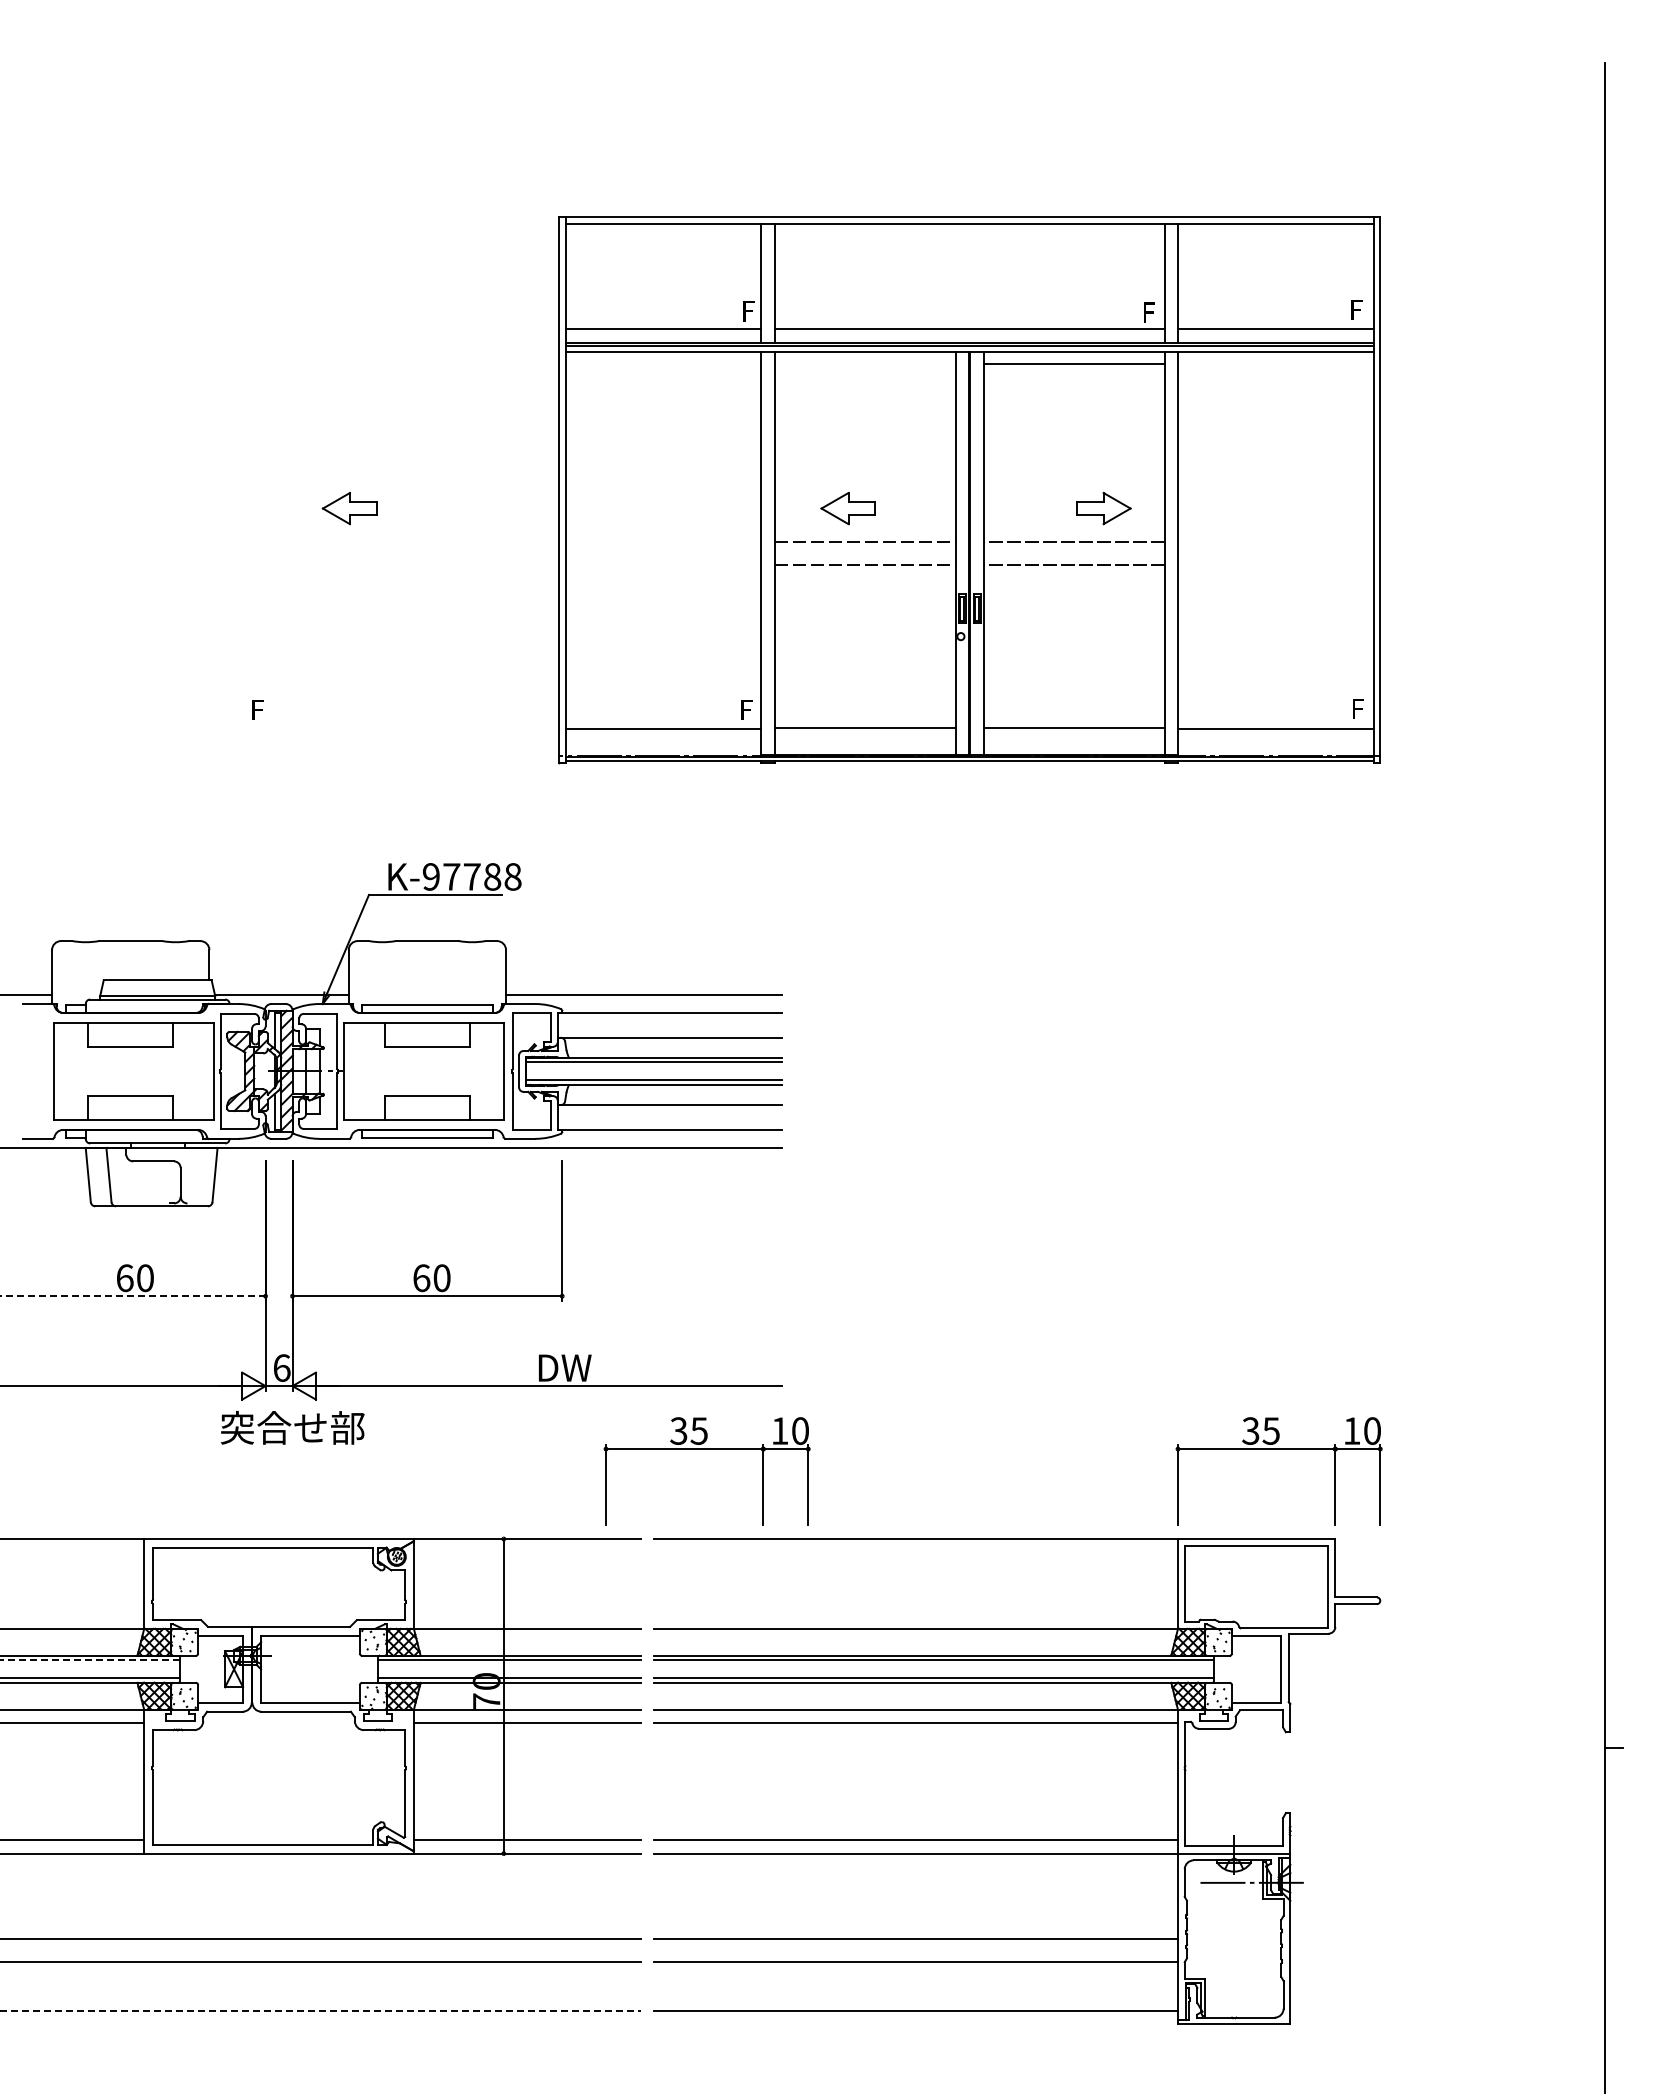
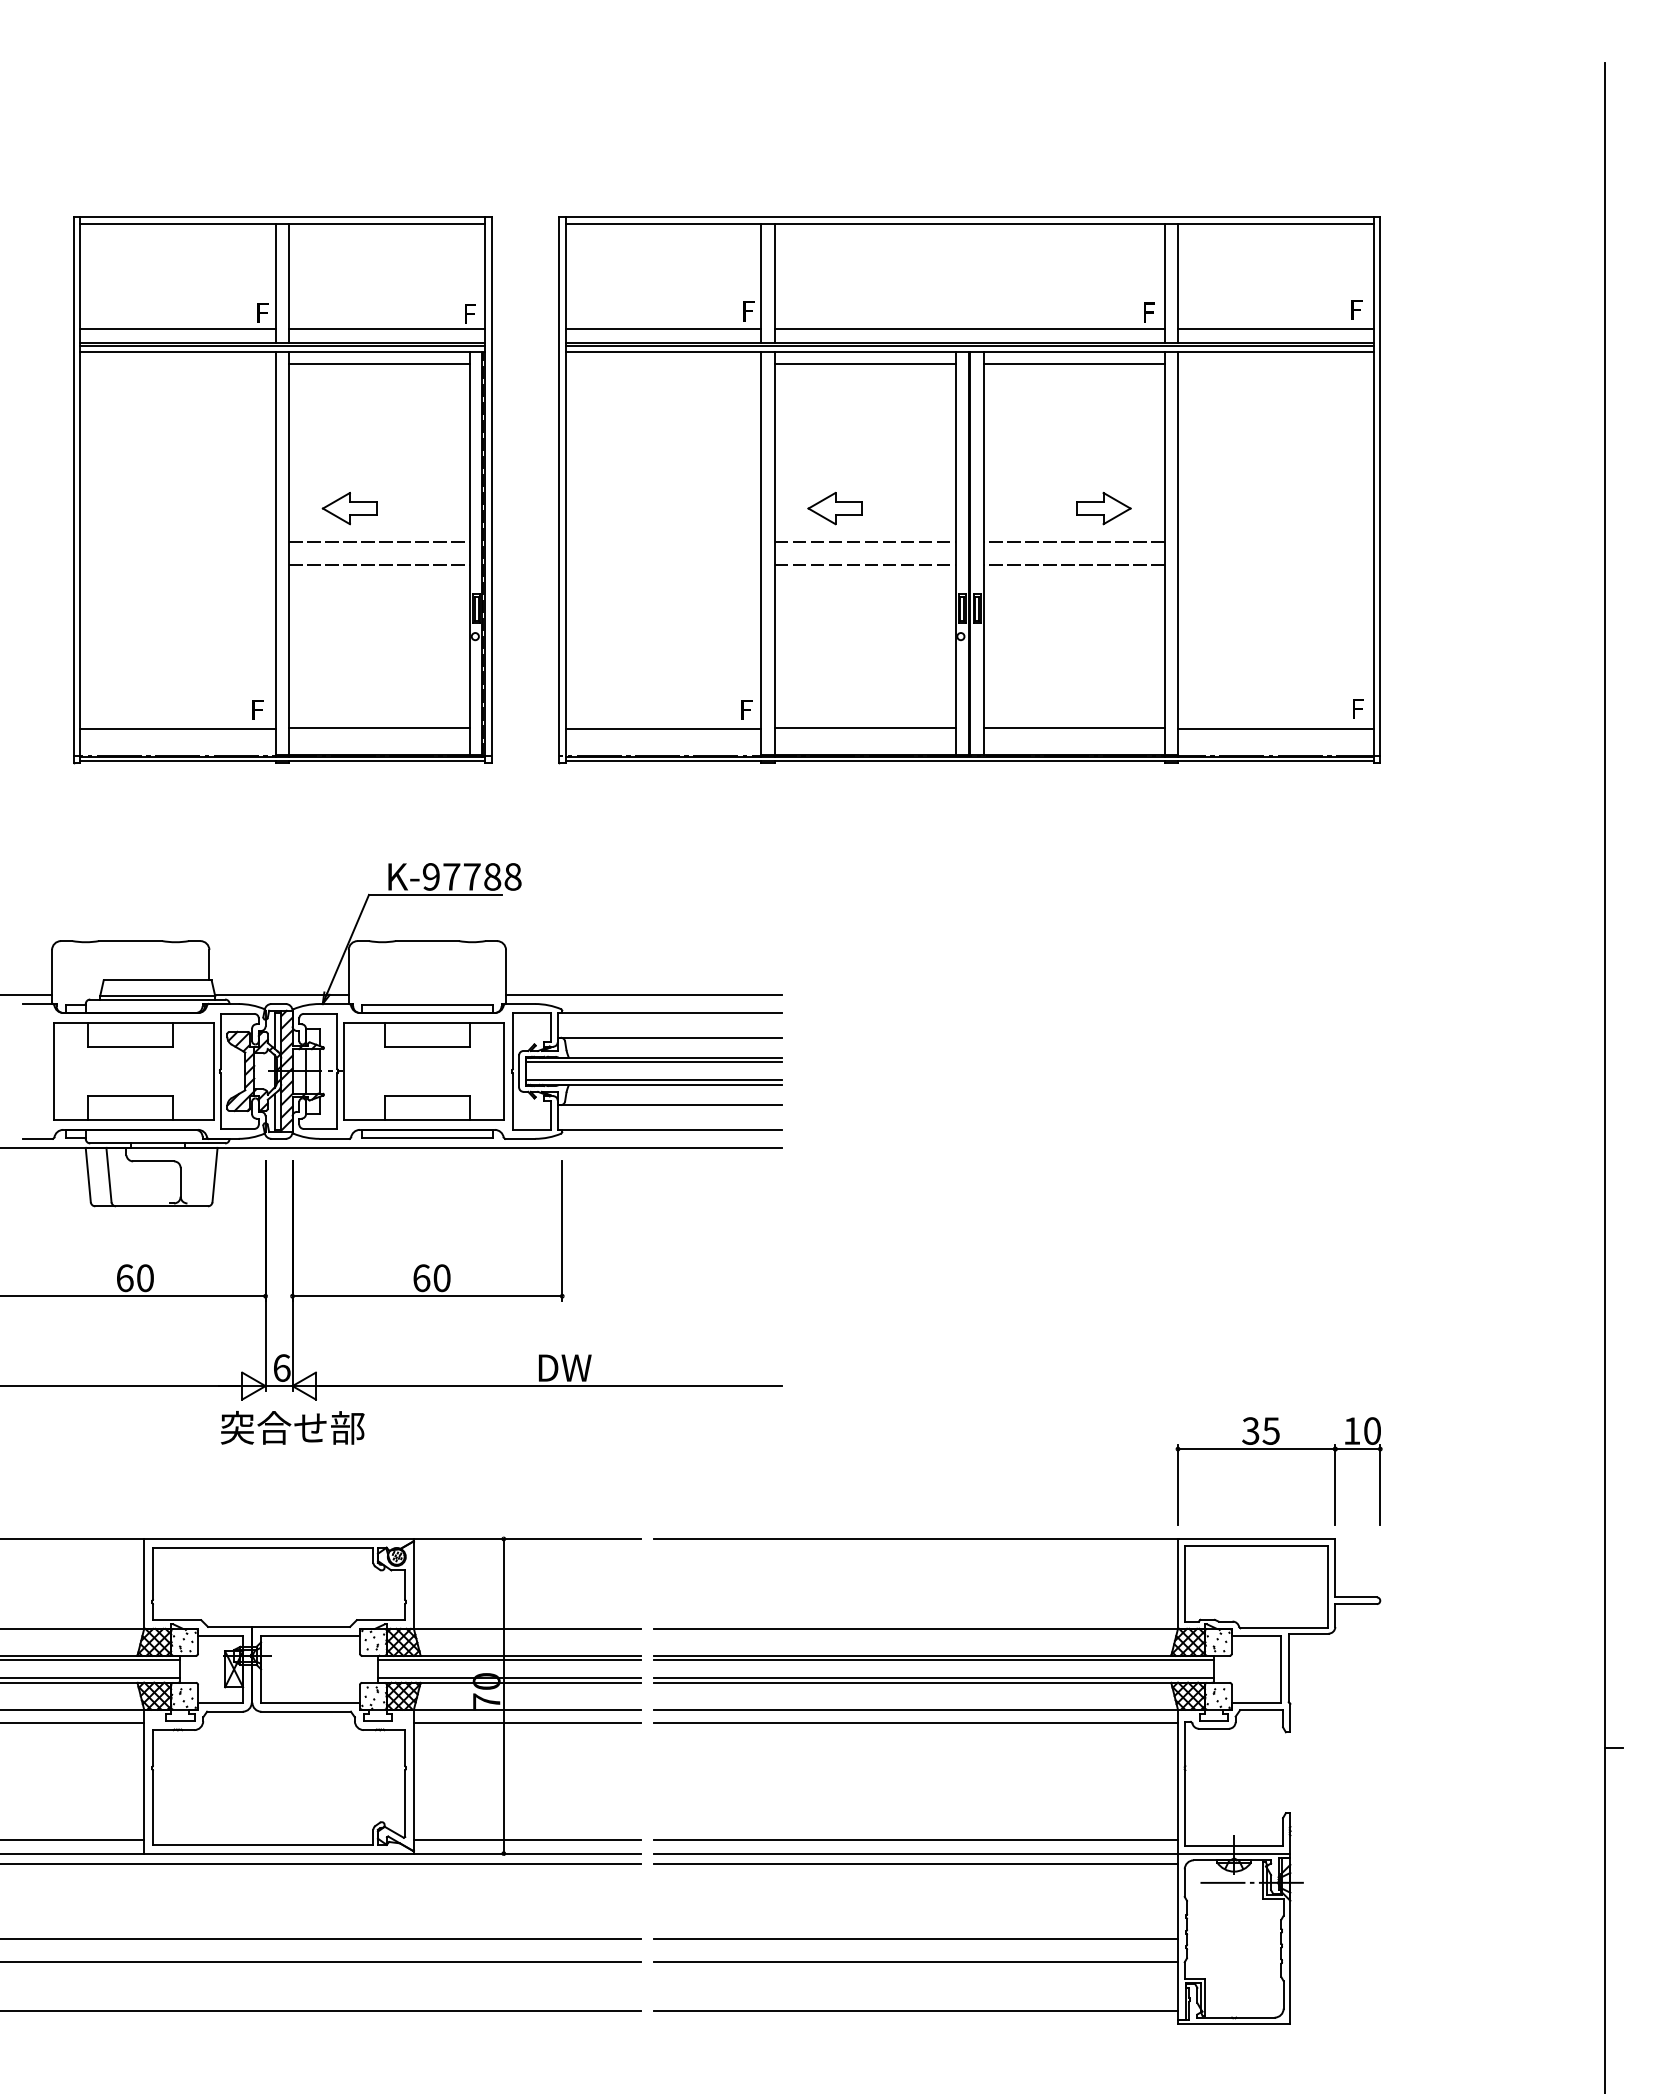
line at (864, 363): none -> present
part at (282, 490): none -> present
part at (847, 508) position: (847, 508) -> (834, 508)
line at (132, 1296): dashed -> solid
part at (706, 1449): present -> none
line at (90, 1660): dashed -> solid
line at (321, 1863): none -> present
line at (916, 1863): none -> present
line at (320, 2010): dashed -> solid
